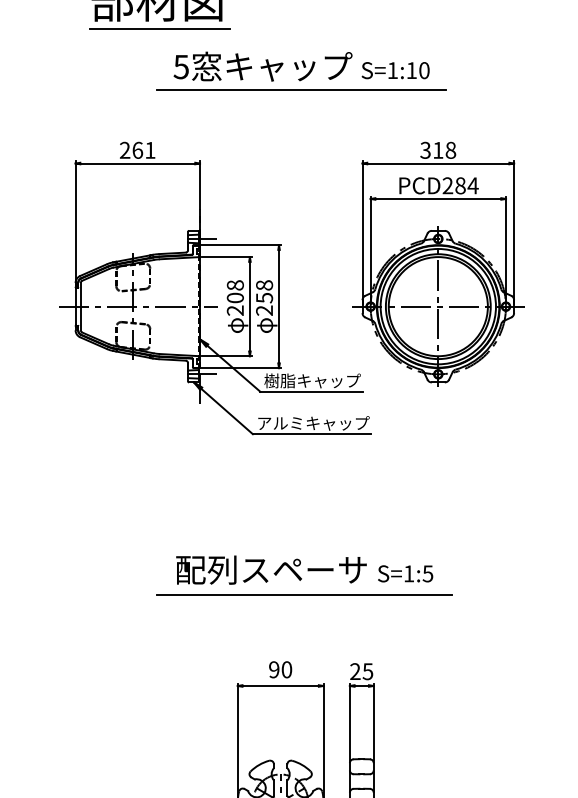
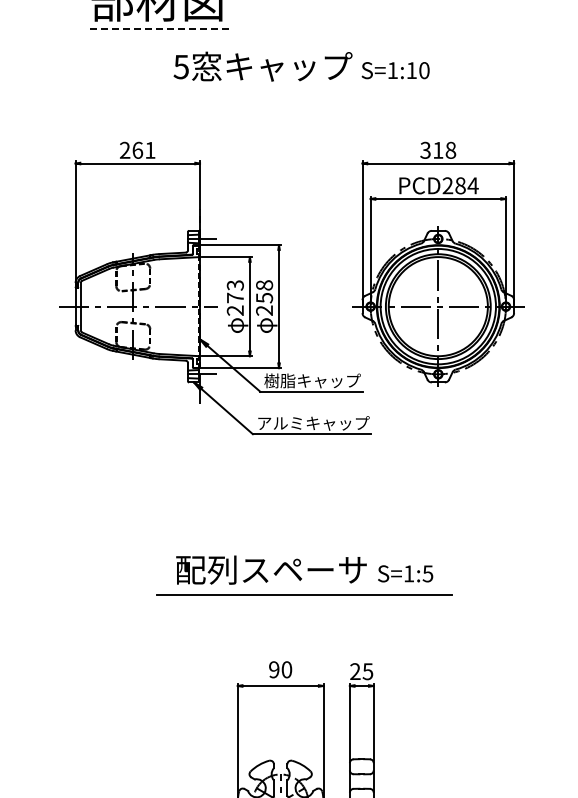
line at (160, 28): solid -> dashed
line at (301, 89): present -> none
text at (234, 291): 208 -> 273
